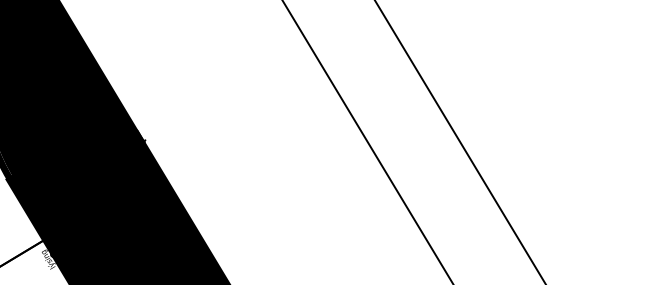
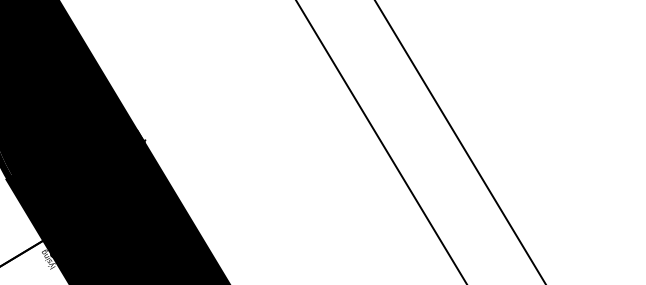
line at (367, 141) position: (367, 141) -> (381, 141)
